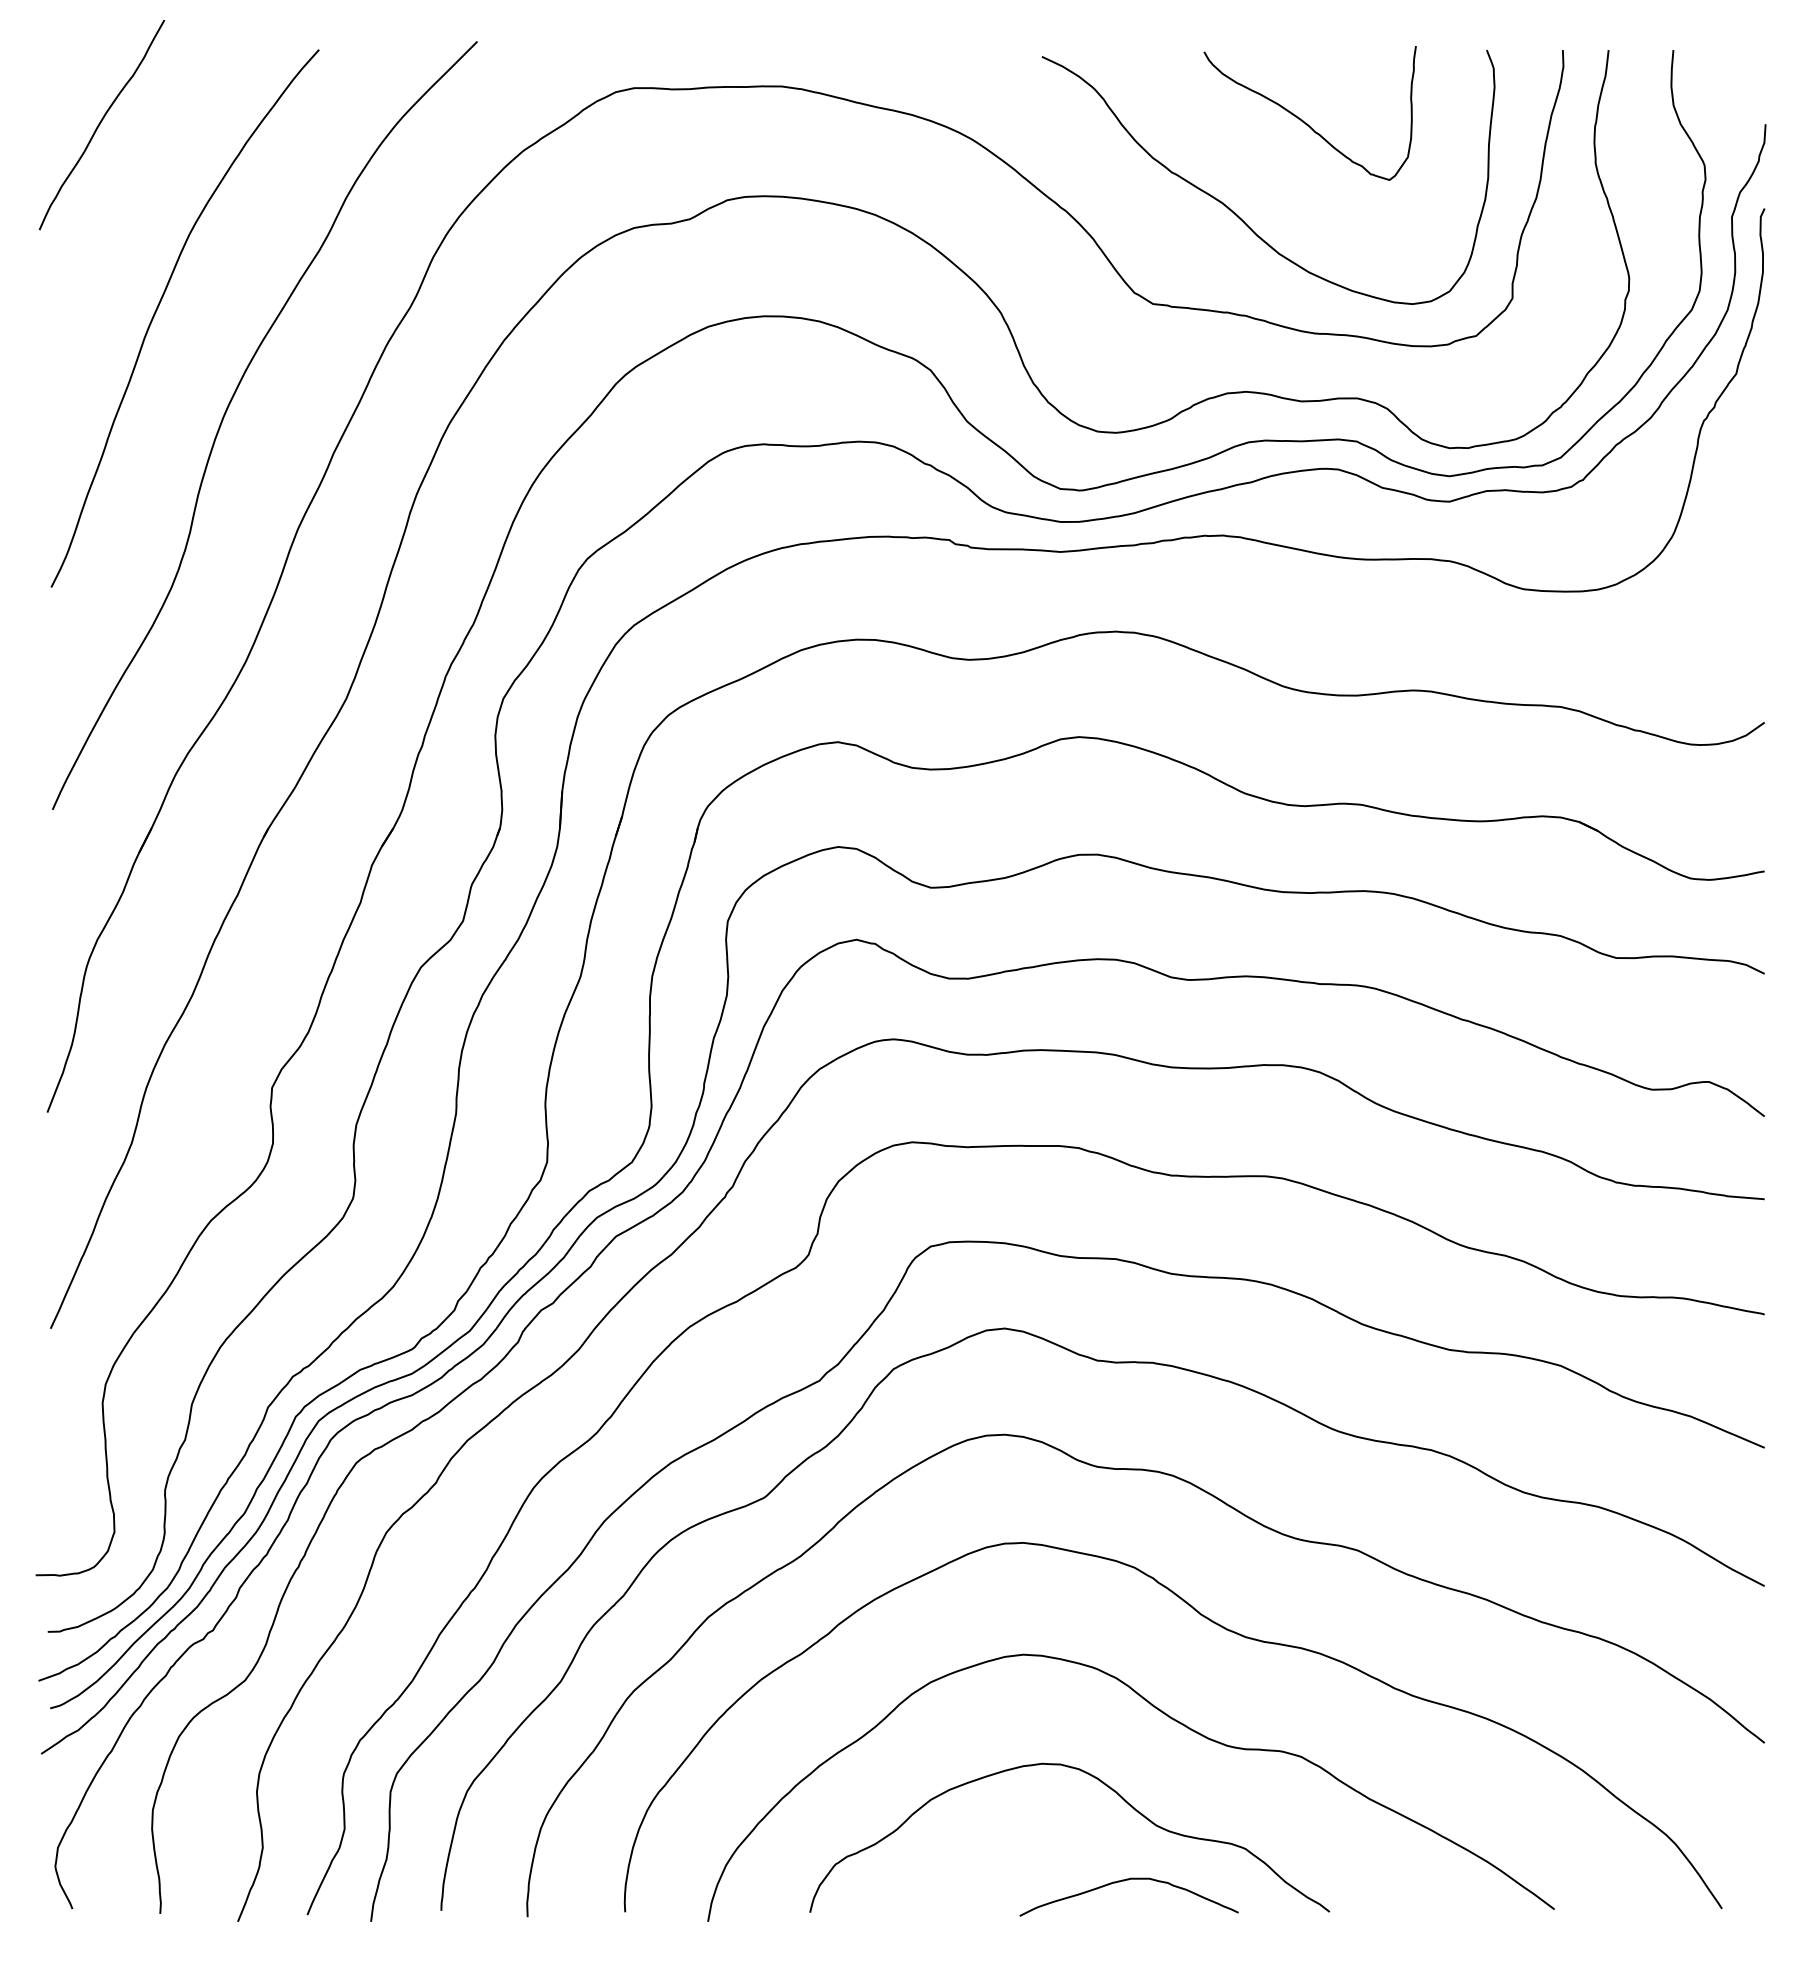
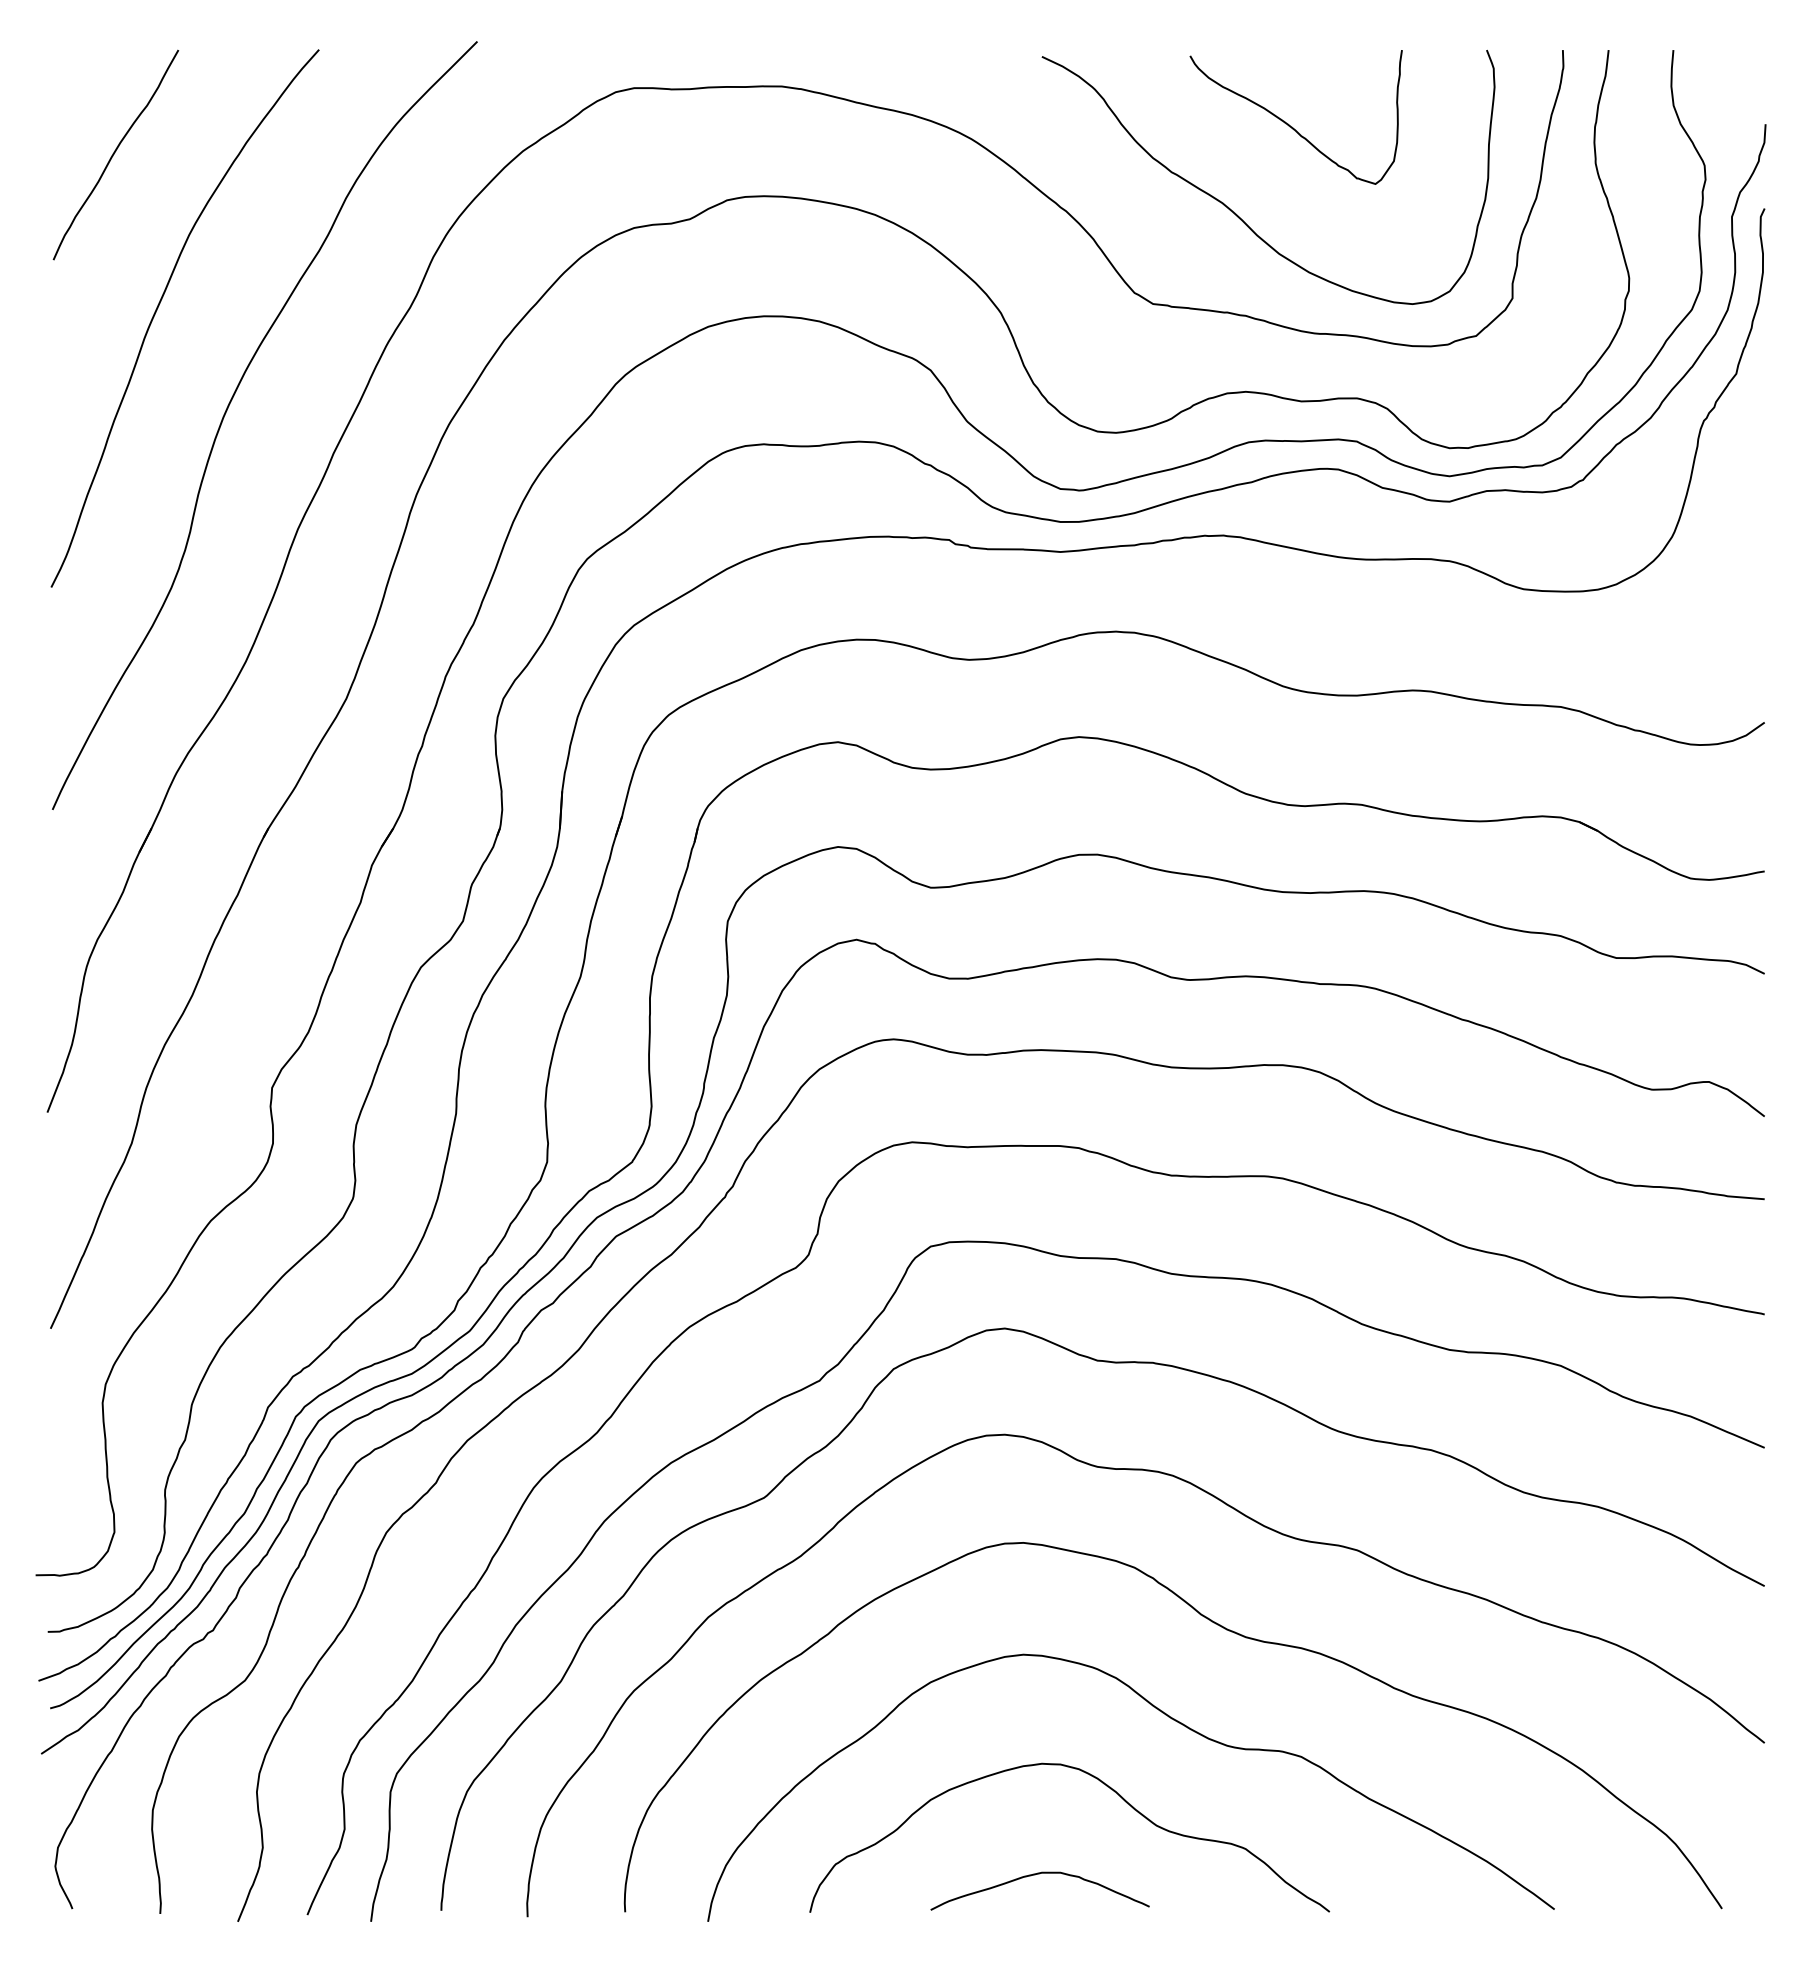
curve at (1302, 119) position: (1302, 119) -> (1288, 123)
curve at (100, 124) position: (100, 124) -> (114, 154)
curve at (1124, 1881) position: (1124, 1881) -> (1035, 1875)
